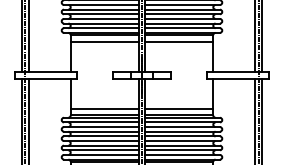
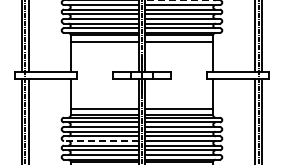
line at (182, 0): solid -> dashed
line at (100, 141): solid -> dashed
